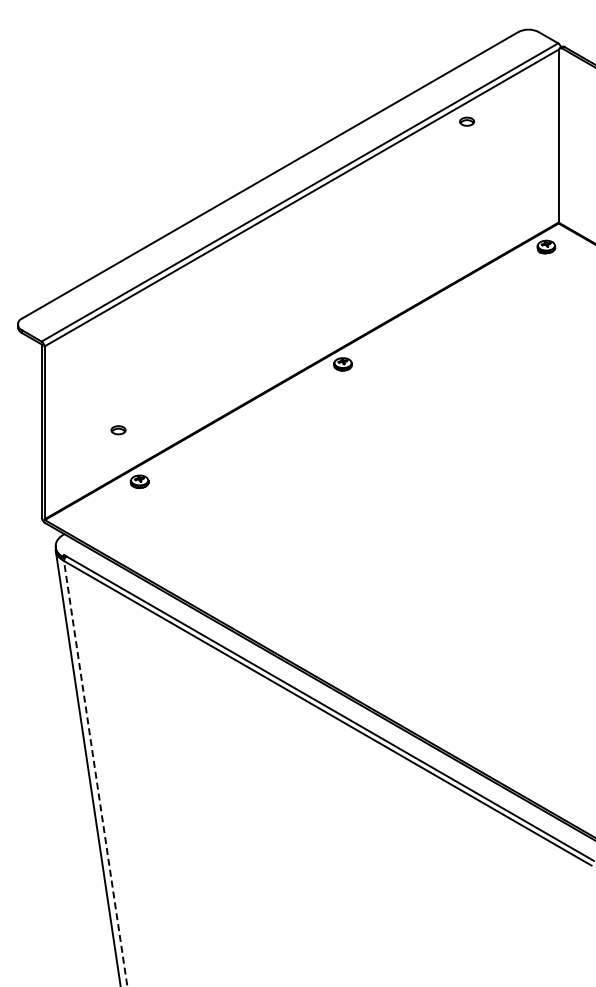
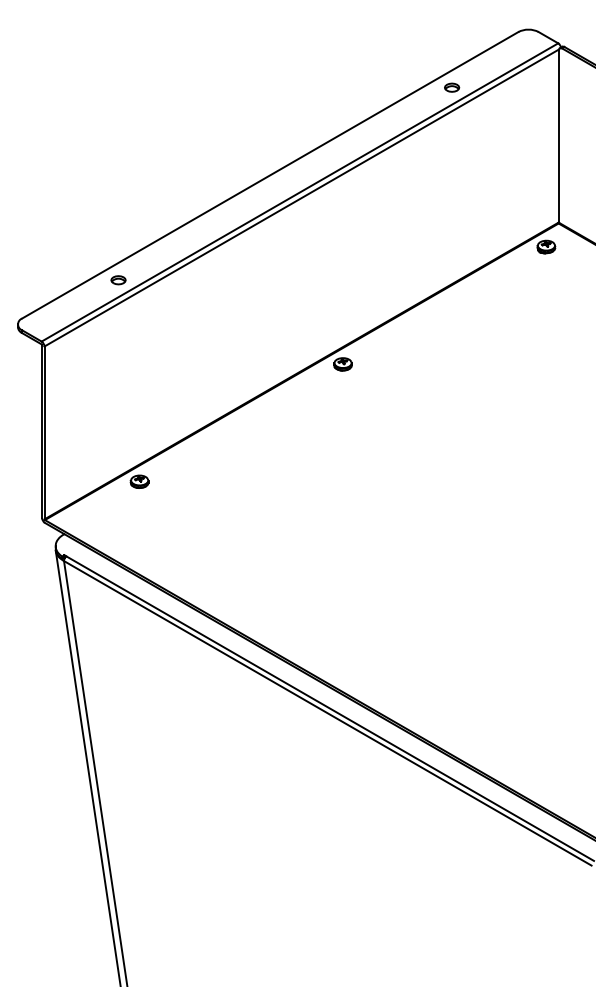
part at (467, 121) position: (467, 121) -> (452, 87)
part at (118, 430) position: (118, 430) -> (118, 280)
line at (95, 773): dashed -> solid
